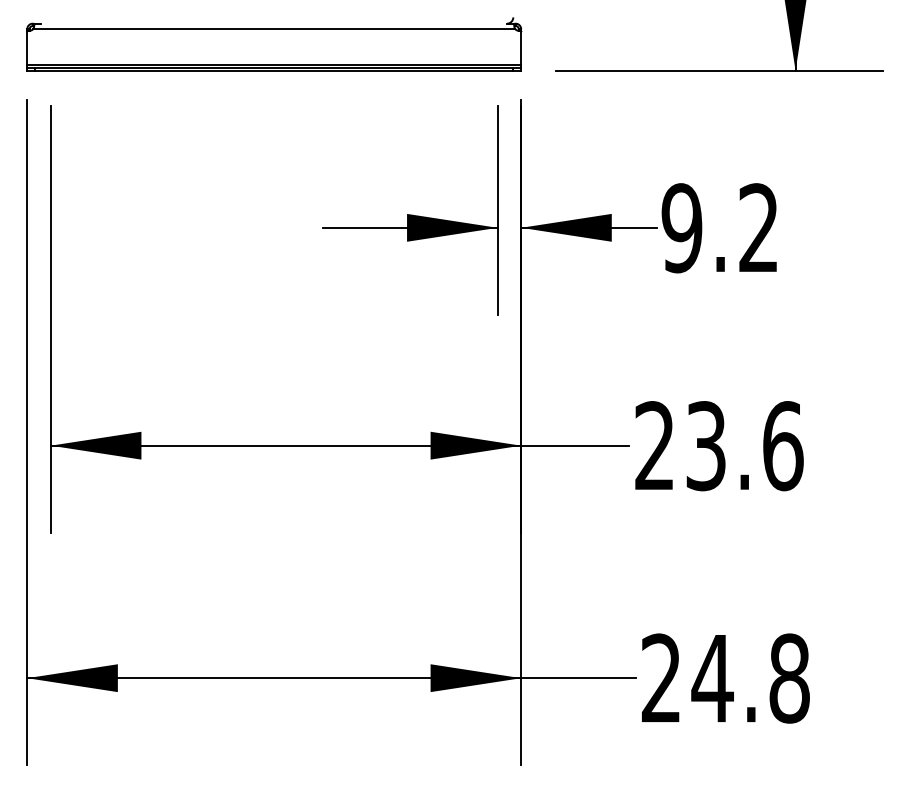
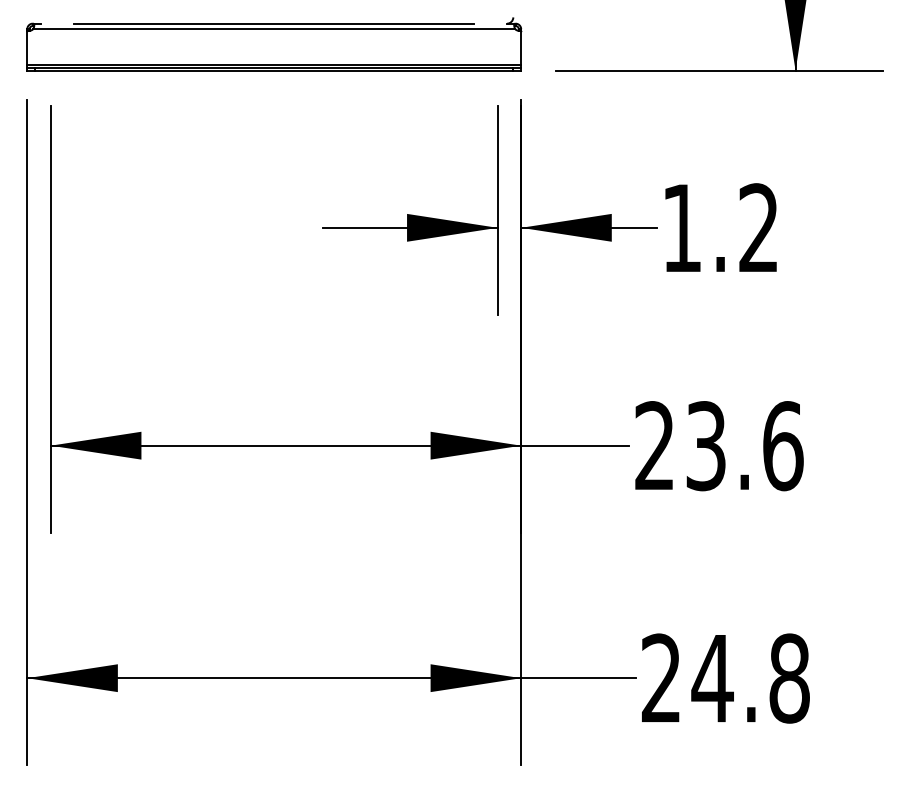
line at (274, 23): none -> present
text at (681, 228): 9.2 -> 1.2
